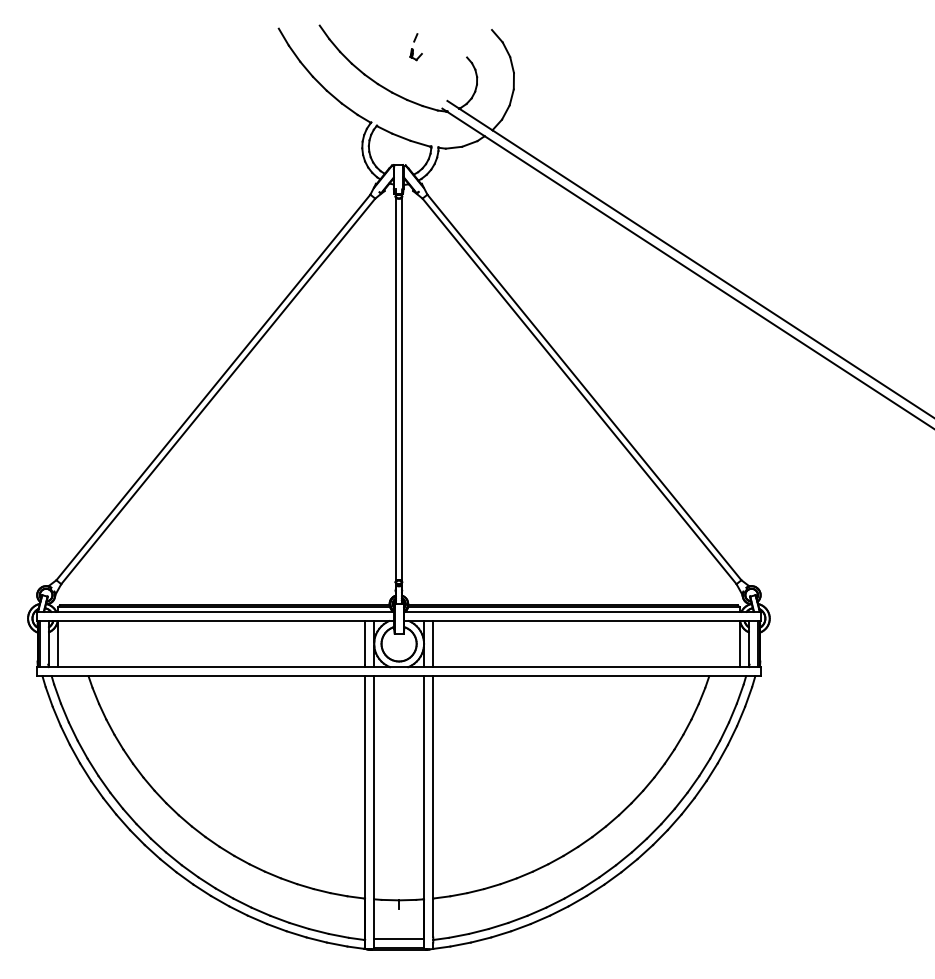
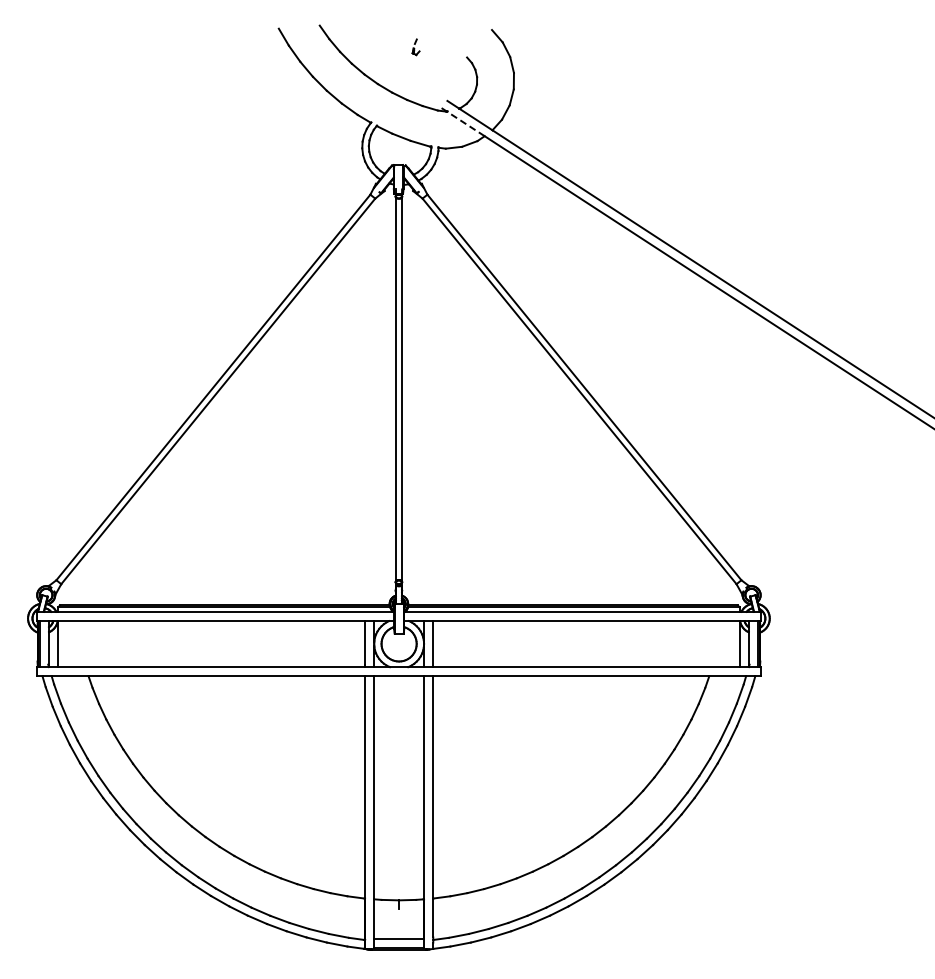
part at (415, 47) size: 14x29 px -> 10x19 px
line at (465, 123): solid -> dashed
